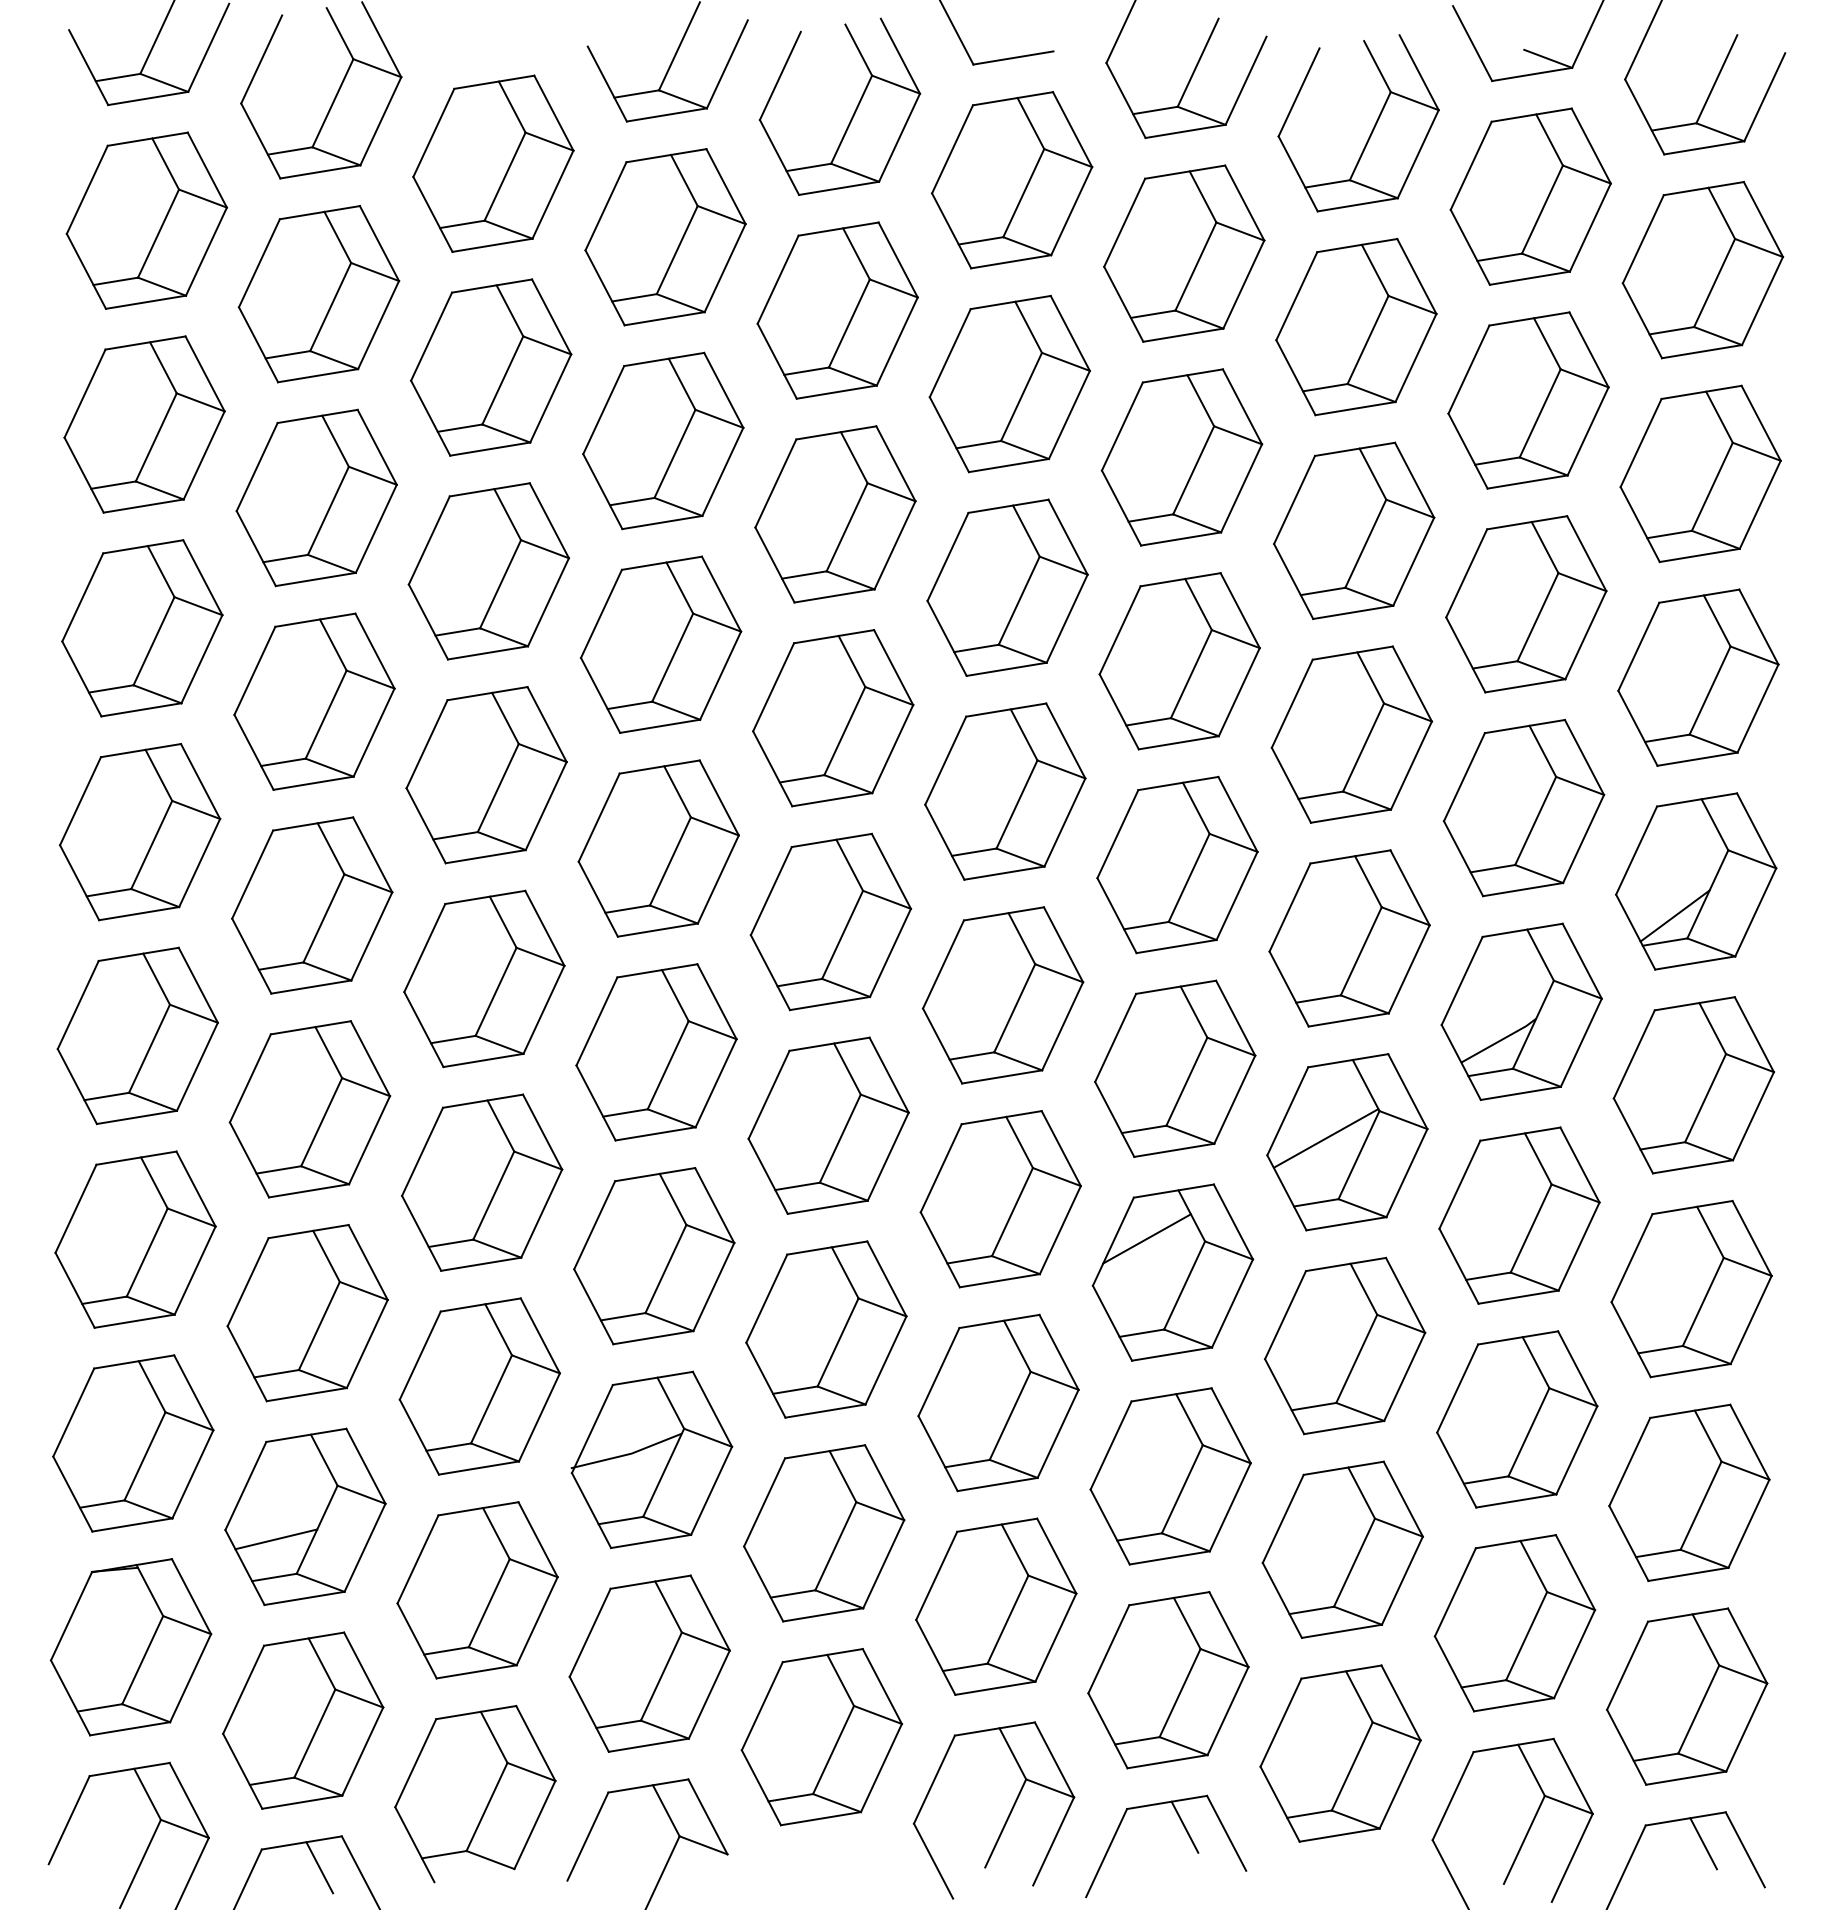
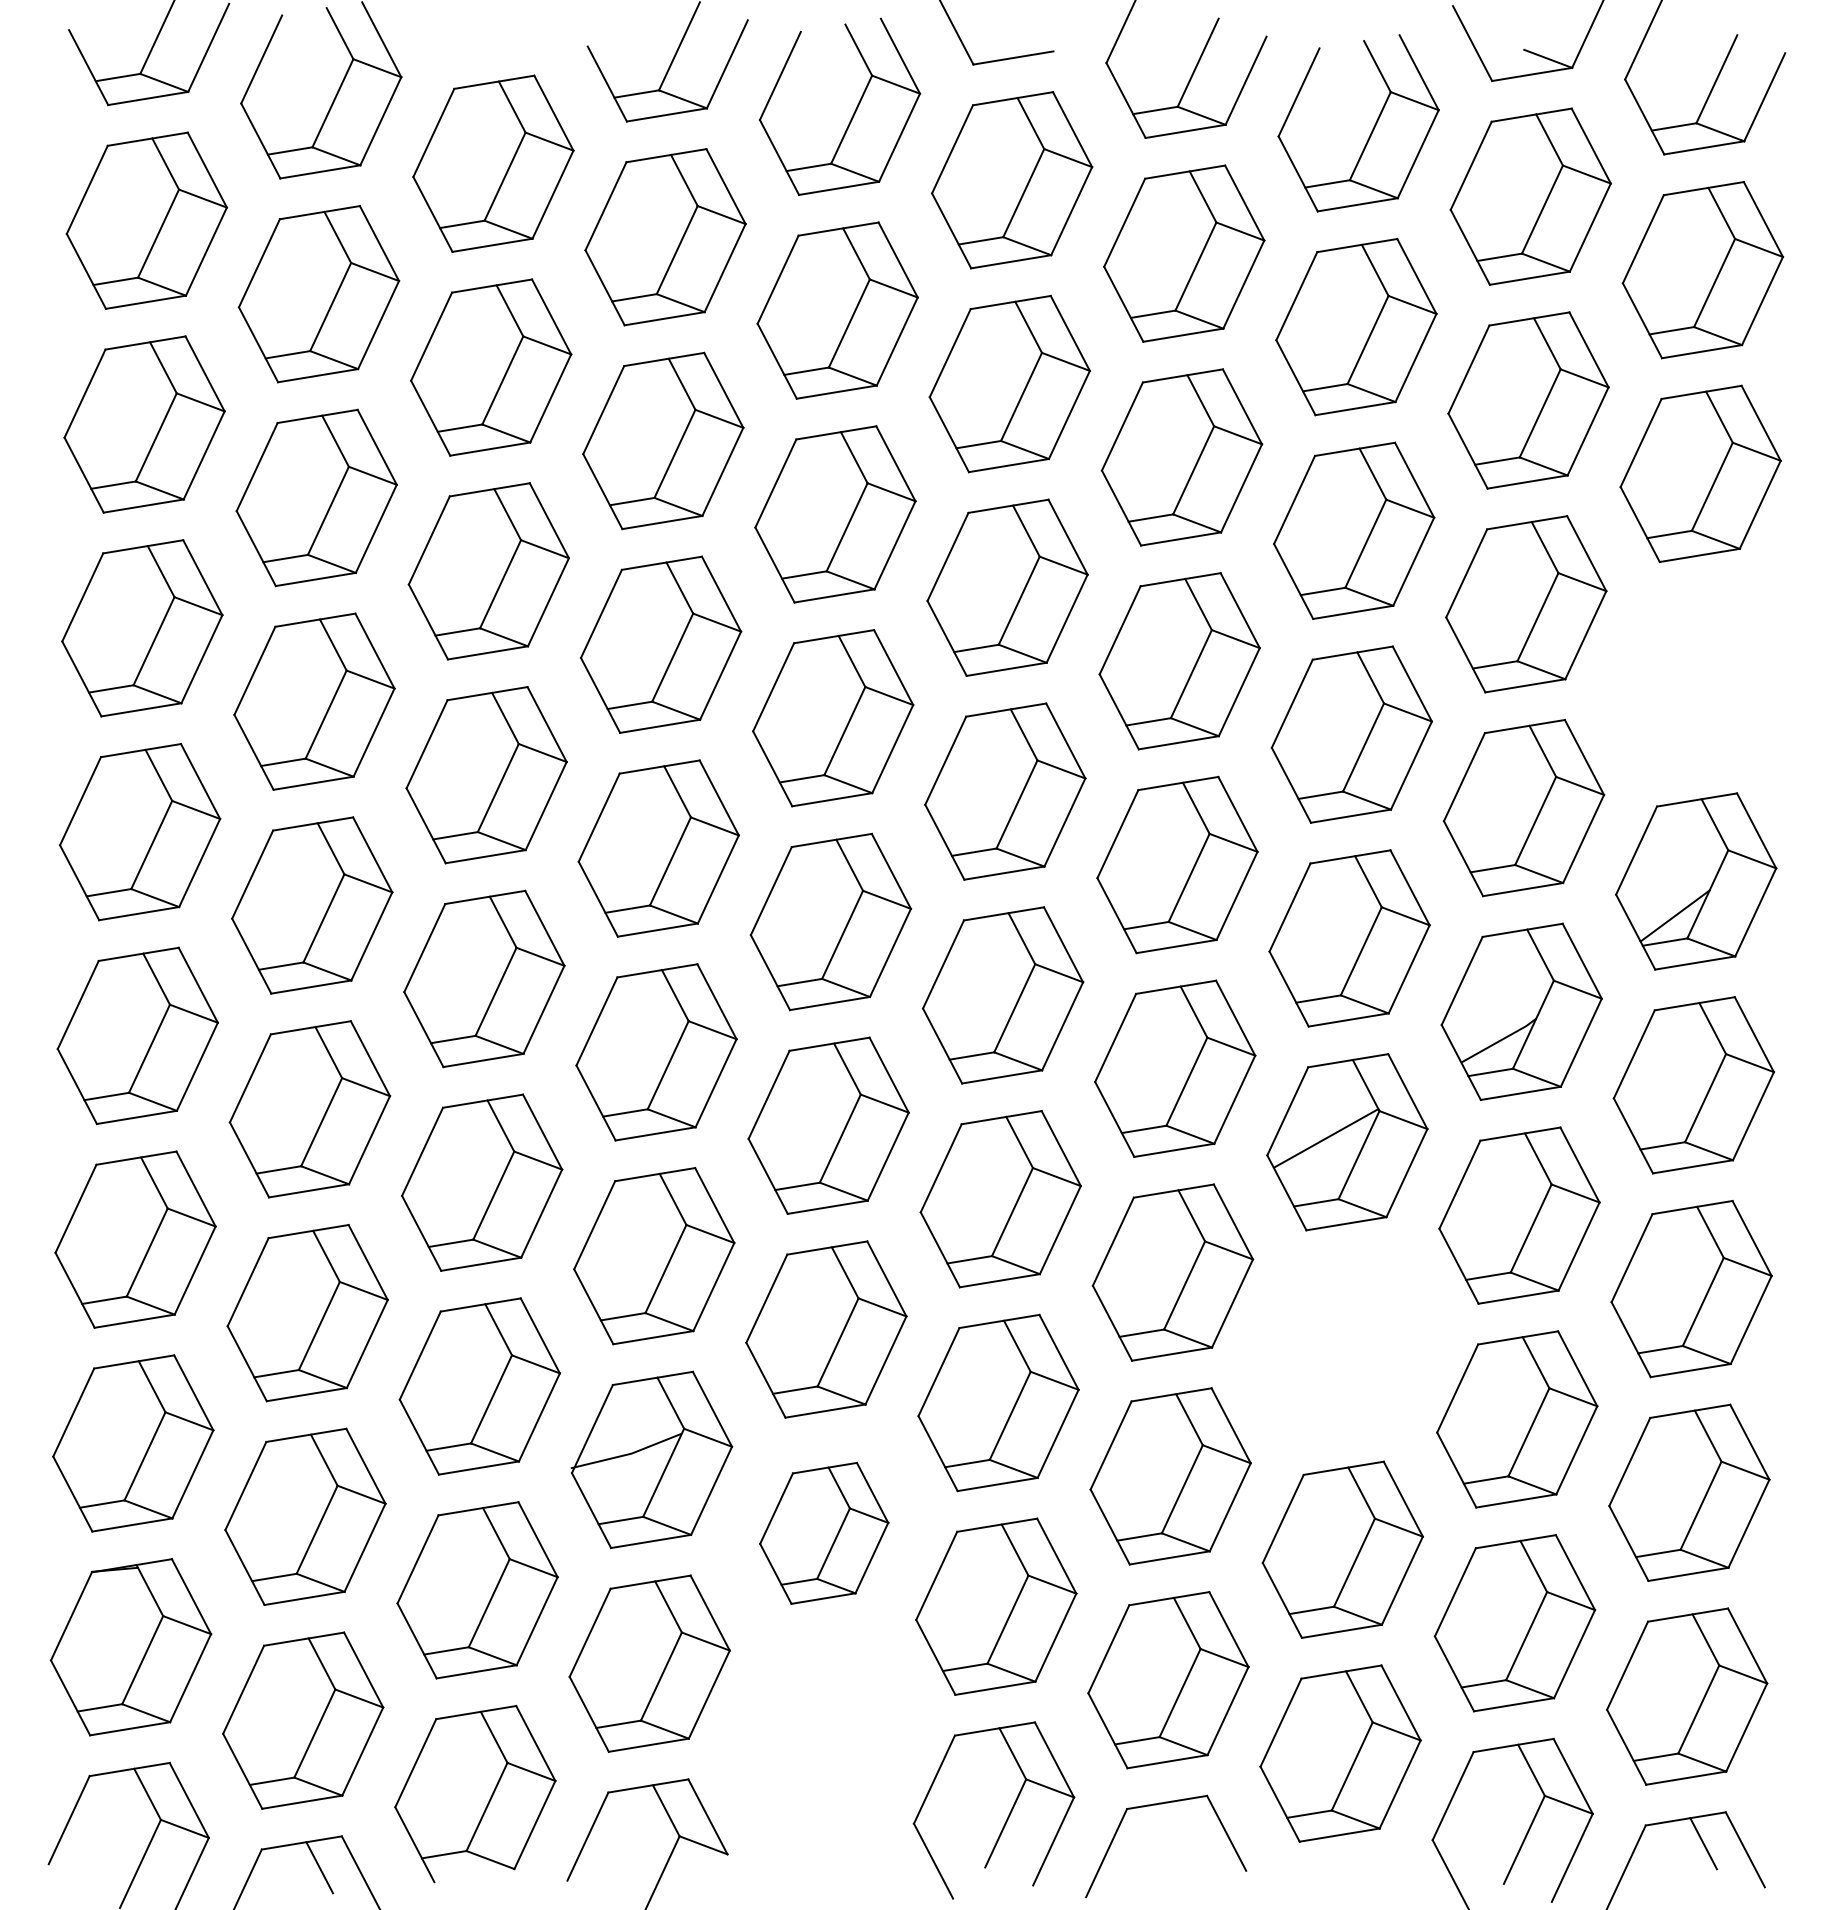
part at (1698, 677): present -> none
line at (1146, 1238): present -> none
part at (1345, 1345): present -> none
part at (824, 1533) size: 163x179 px -> 131x144 px
line at (276, 1539): present -> none
part at (821, 1737): present -> none
line at (1184, 1826): present -> none
